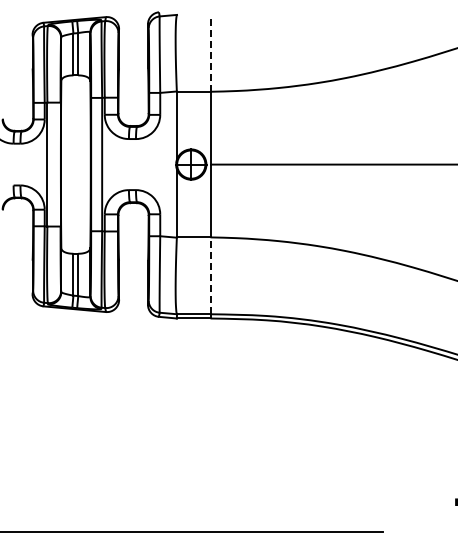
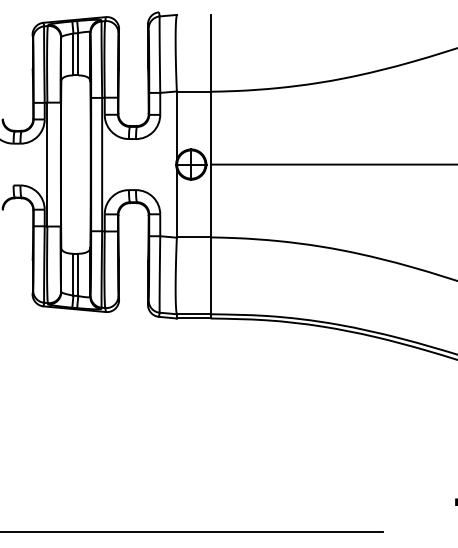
line at (210, 52): dashed -> solid
line at (210, 275): dashed -> solid
